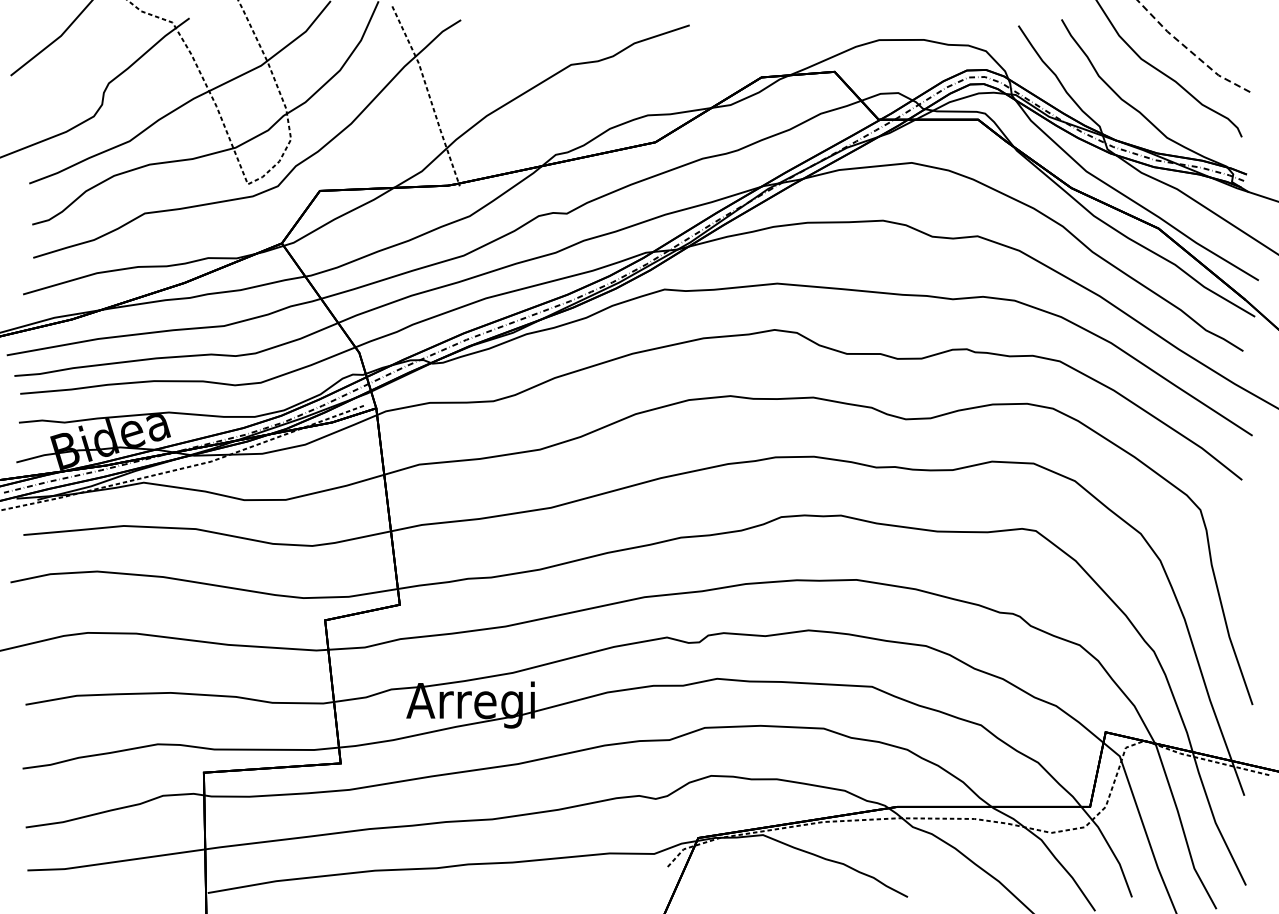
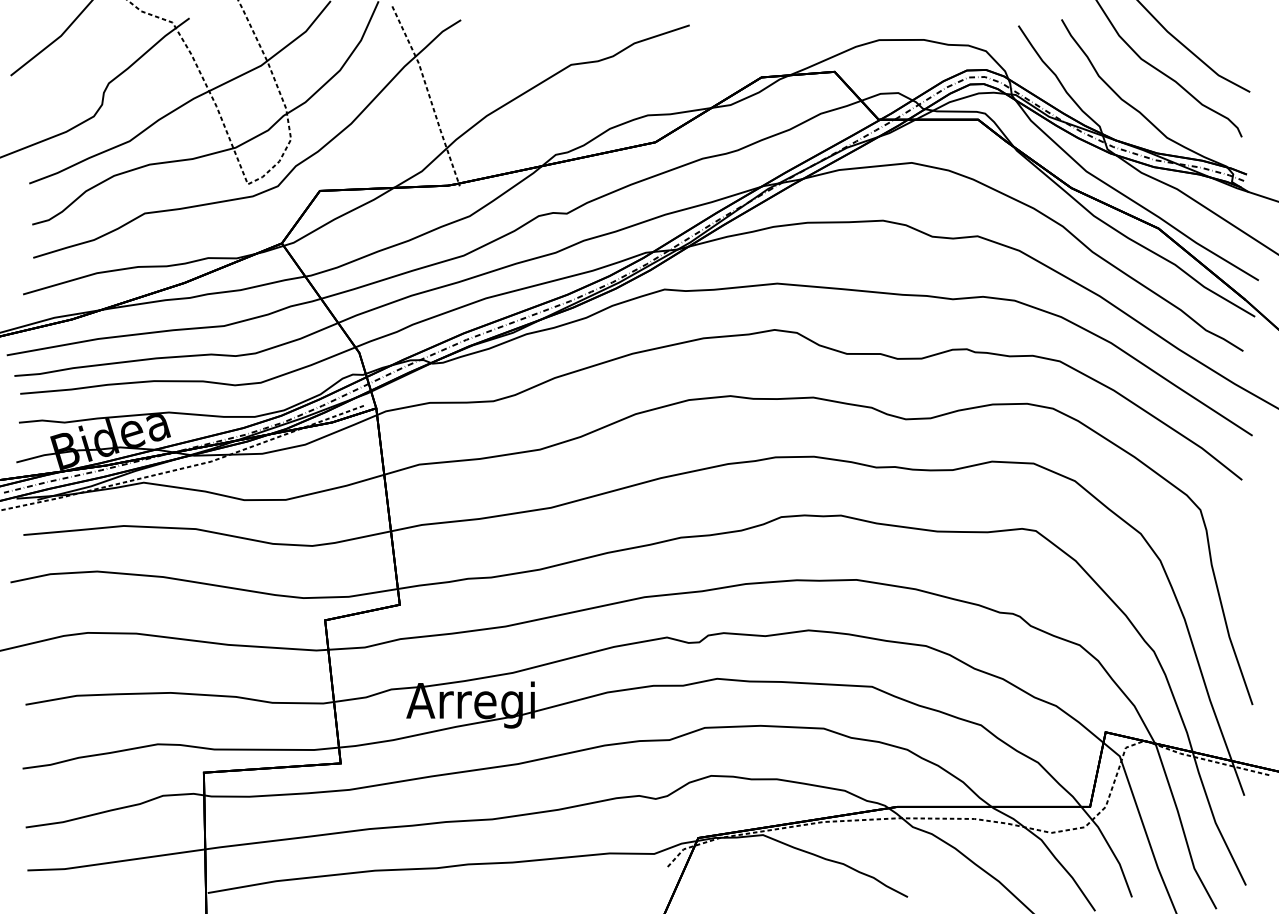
line at (1190, 50): dashed -> solid
